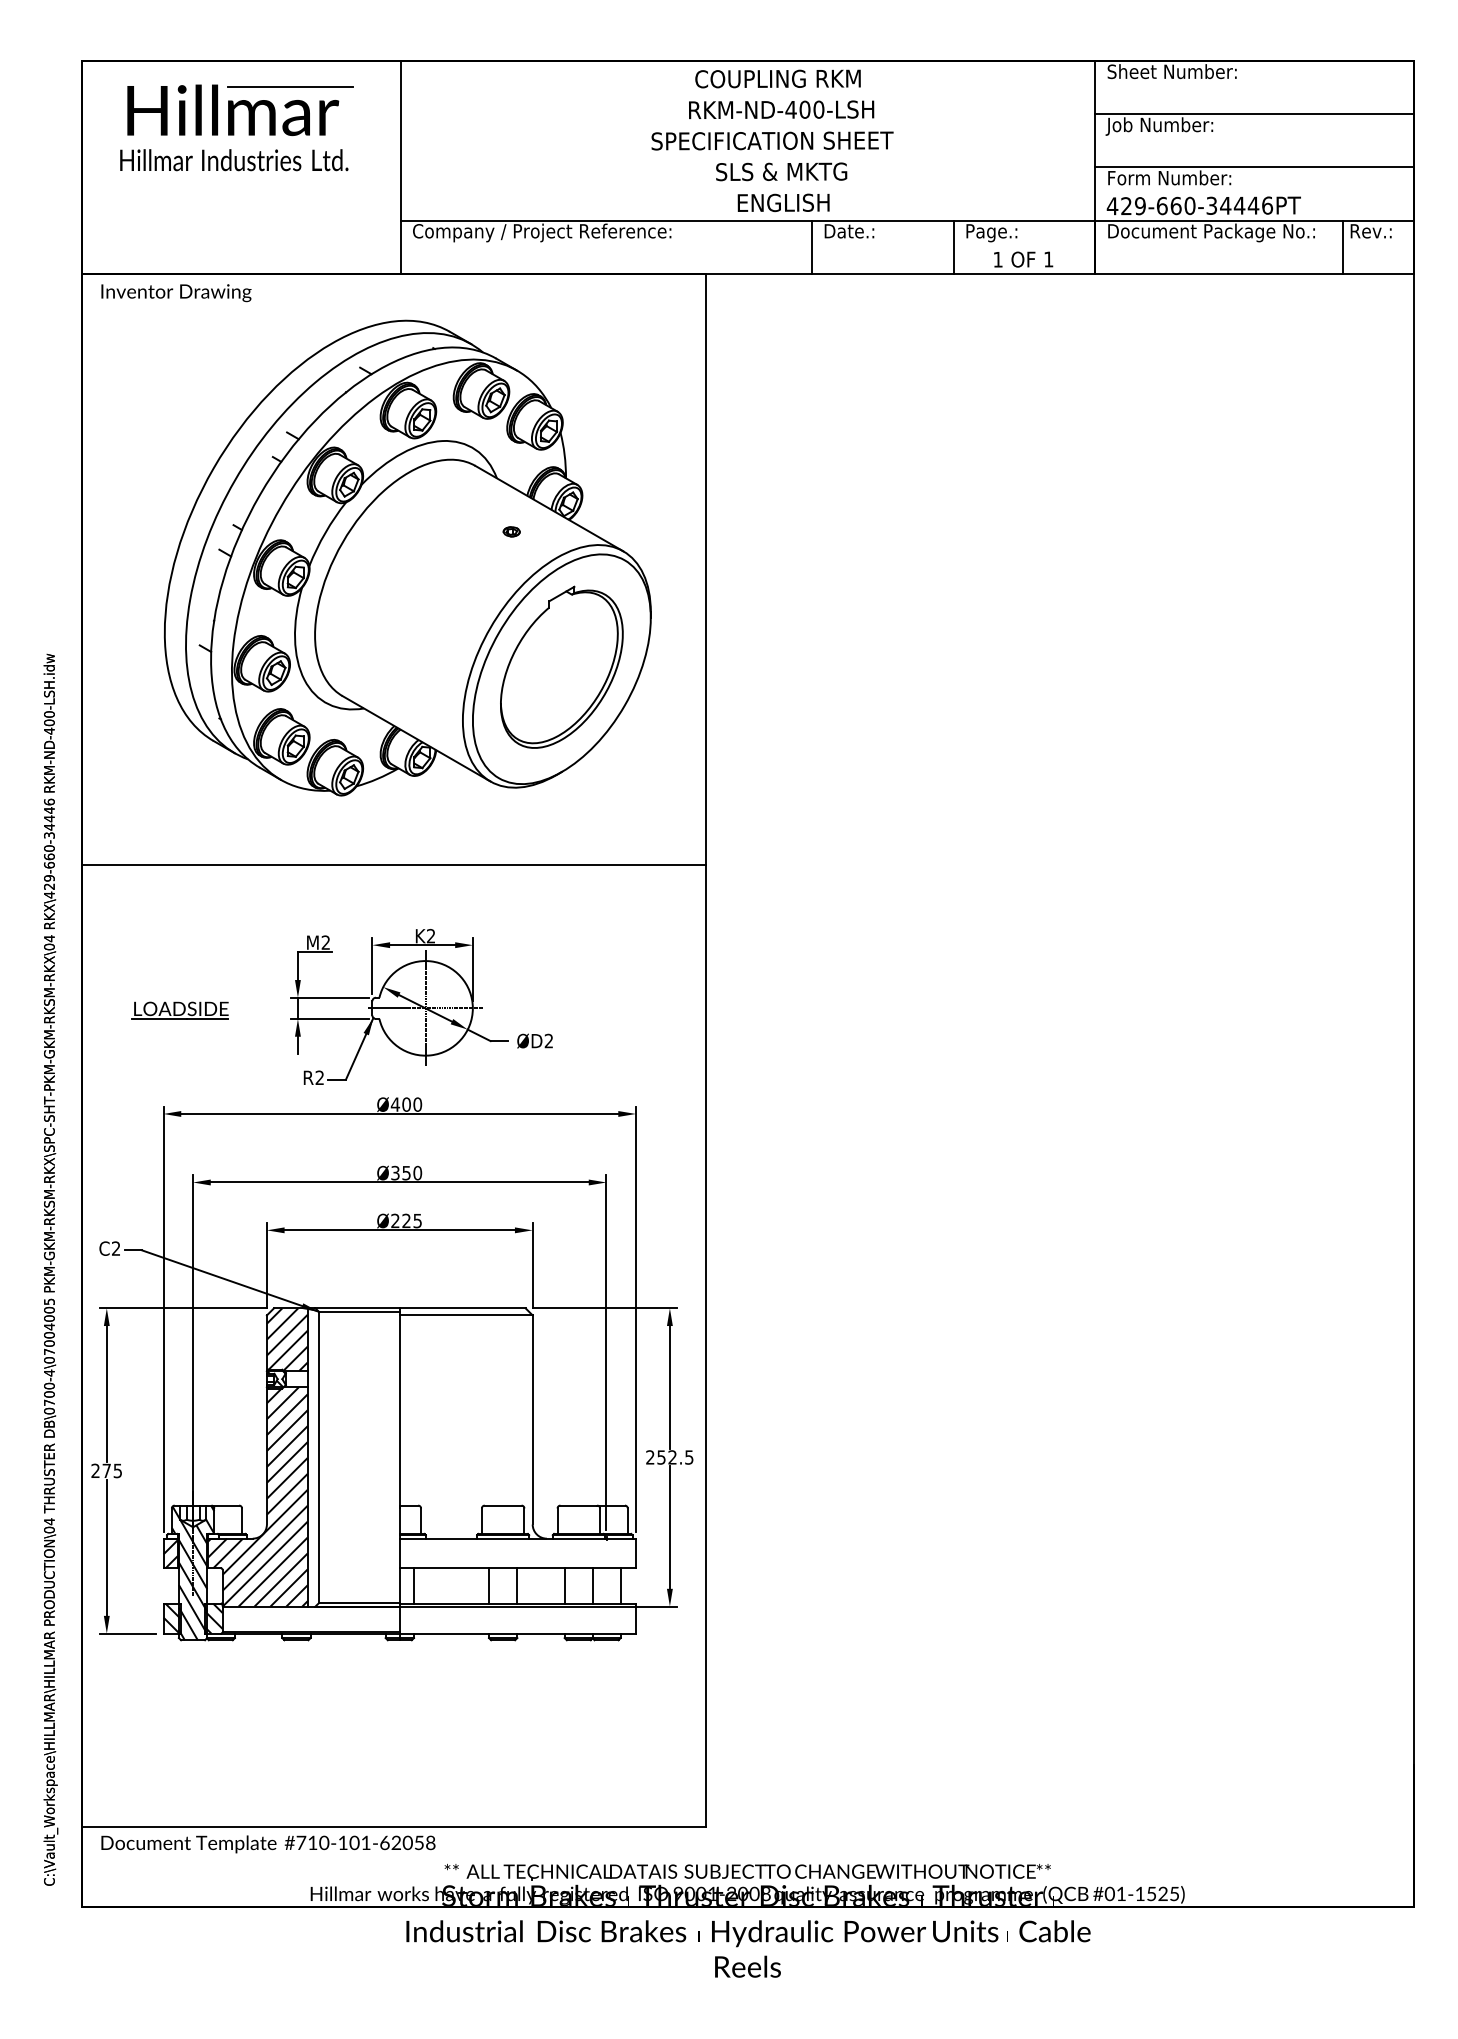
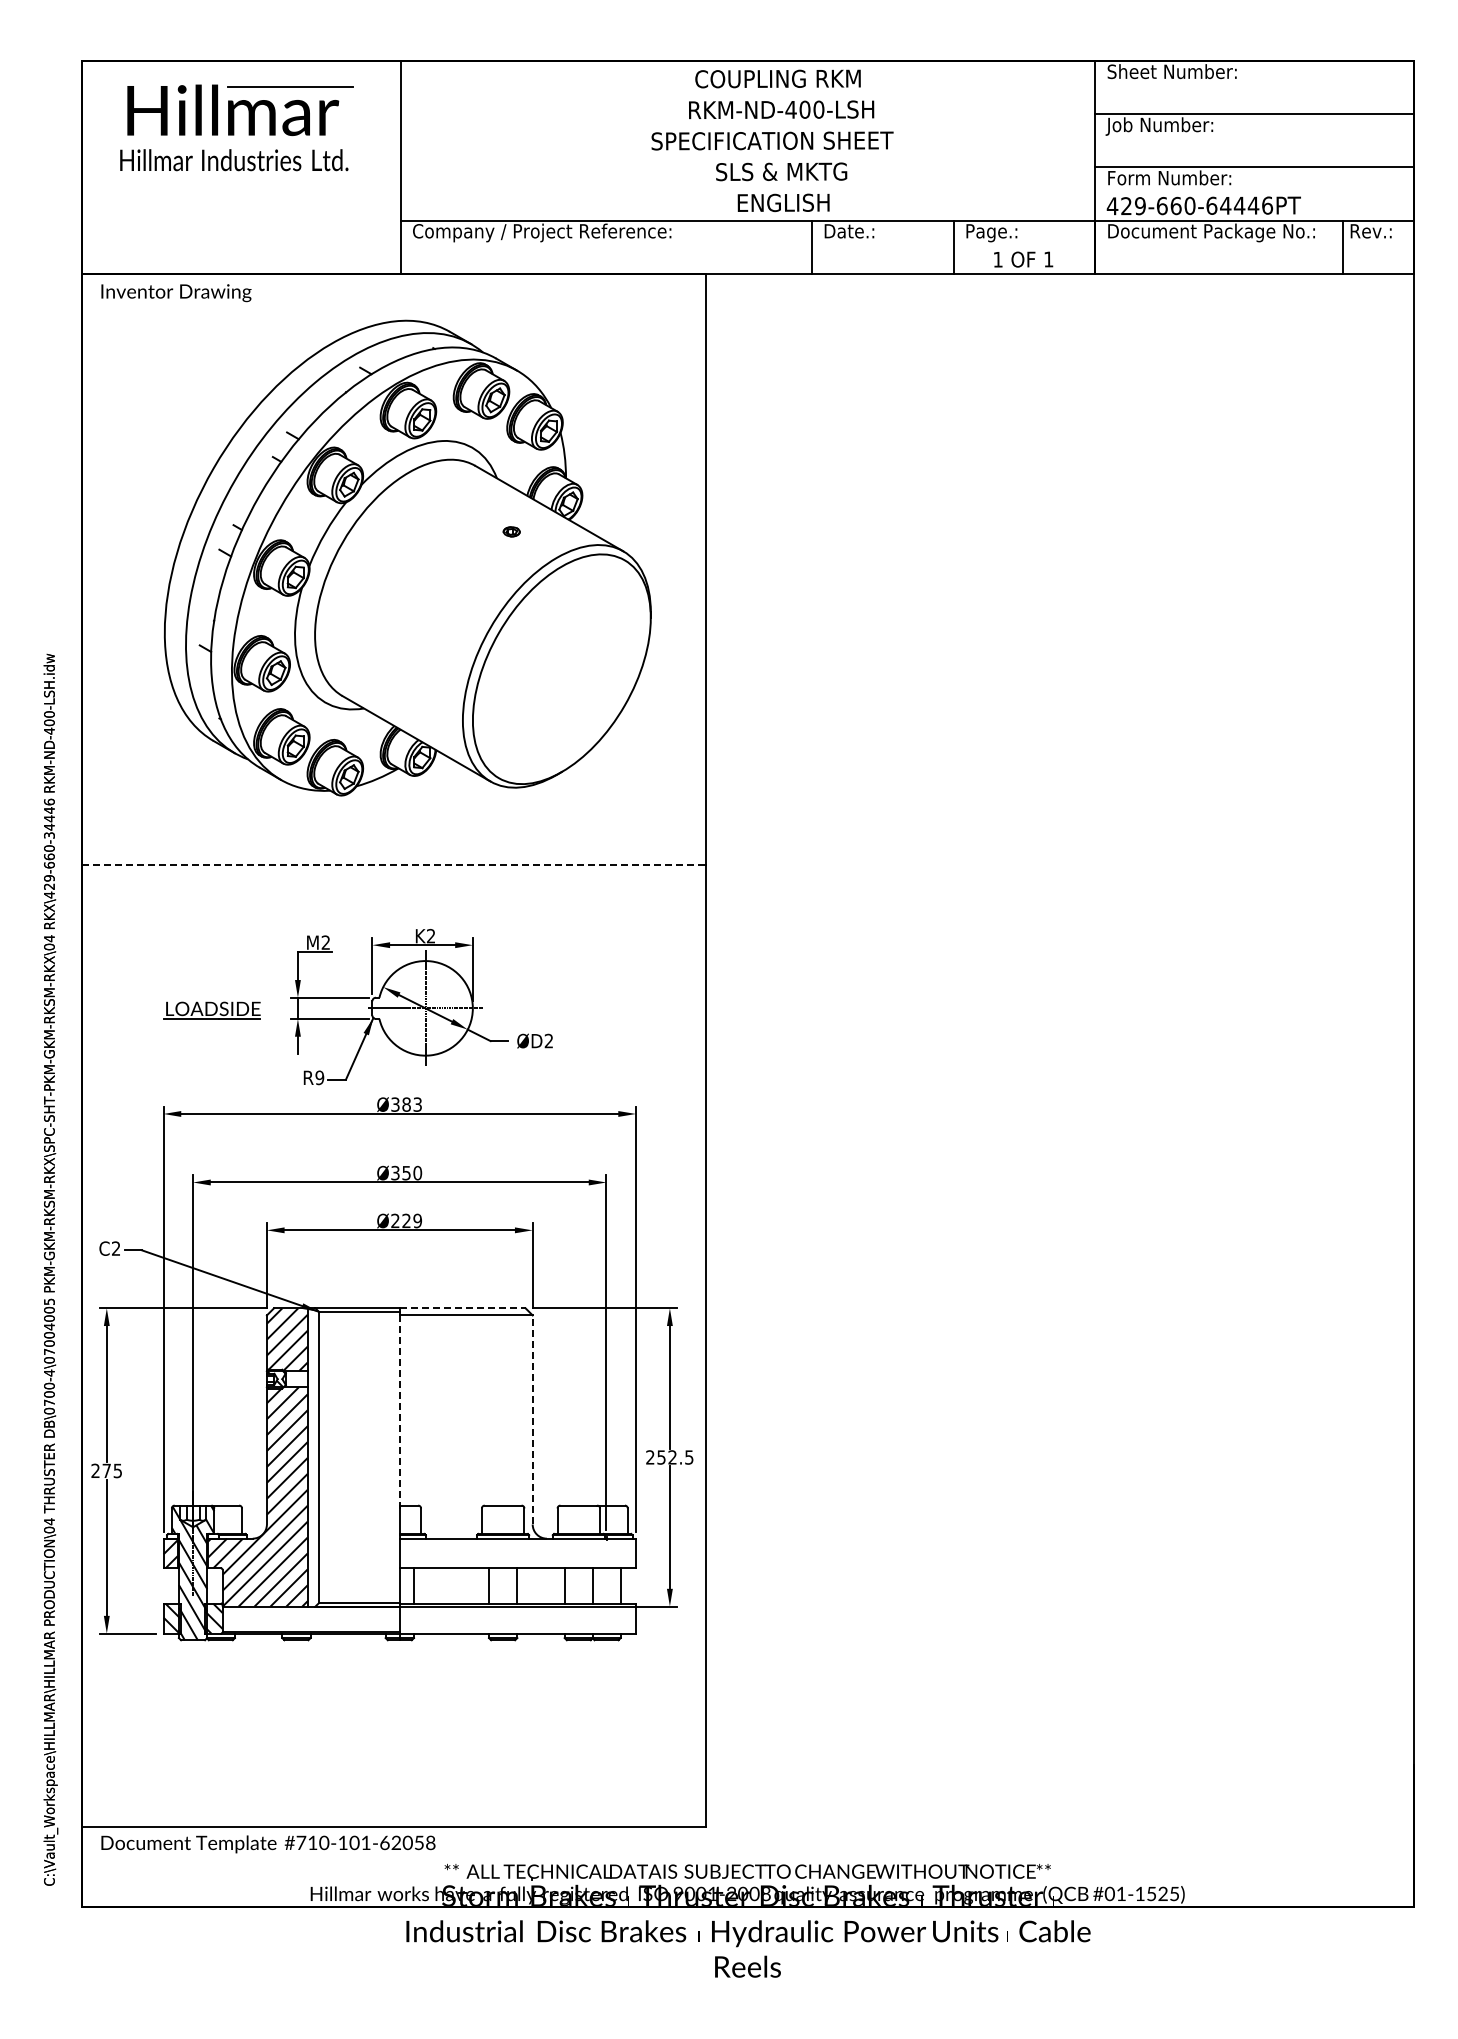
text at (1211, 205): 429-660-34446PT -> 429-660-64446PT
part at (561, 666): present -> none
line at (393, 864): solid -> dashed
part at (179, 1010) position: (179, 1010) -> (211, 1010)
text at (319, 1077): R2 -> R9
text at (406, 1104): Ø400 -> Ø383
text at (417, 1220): Ø225 -> Ø229
line at (462, 1308): solid -> dashed
line at (399, 1411): solid -> dashed
line at (532, 1419): solid -> dashed
